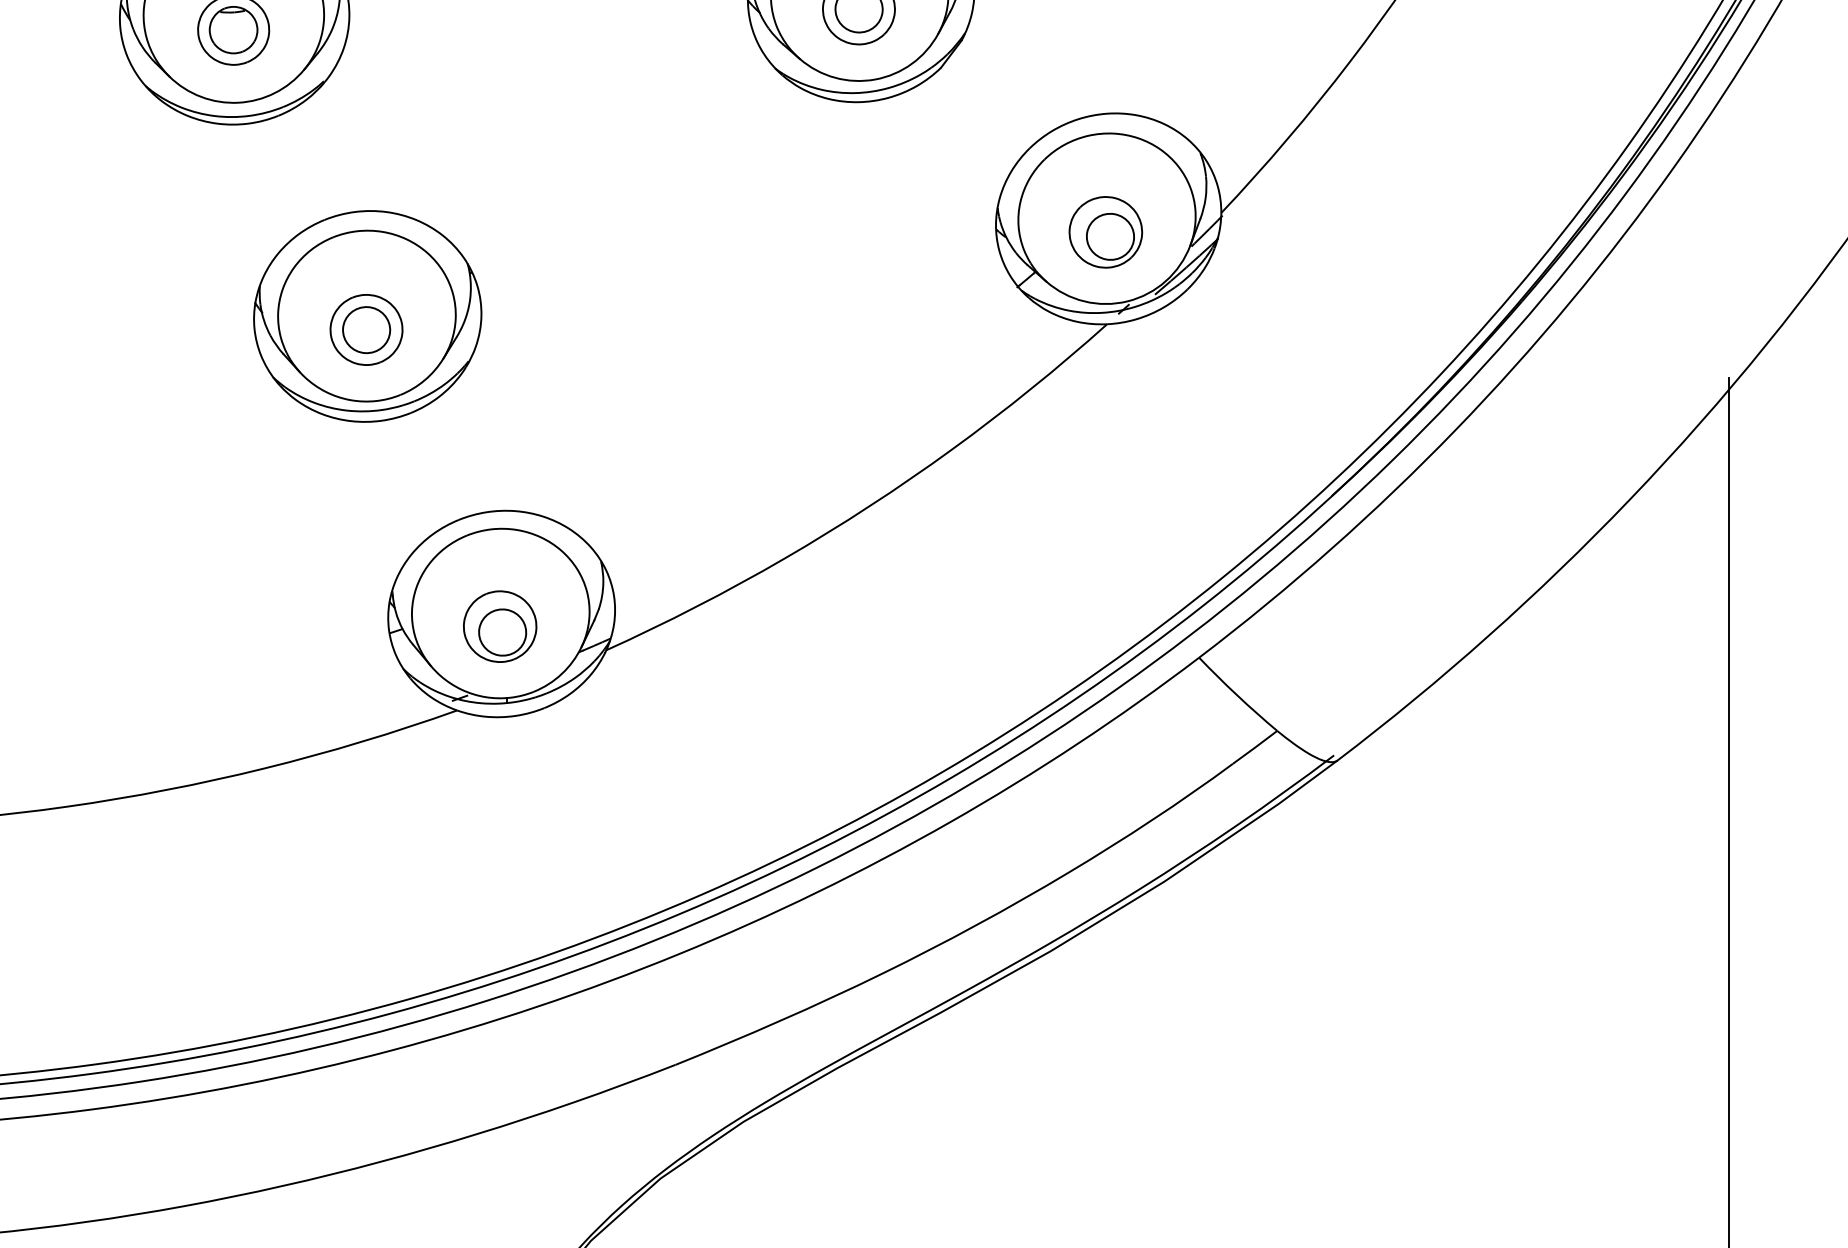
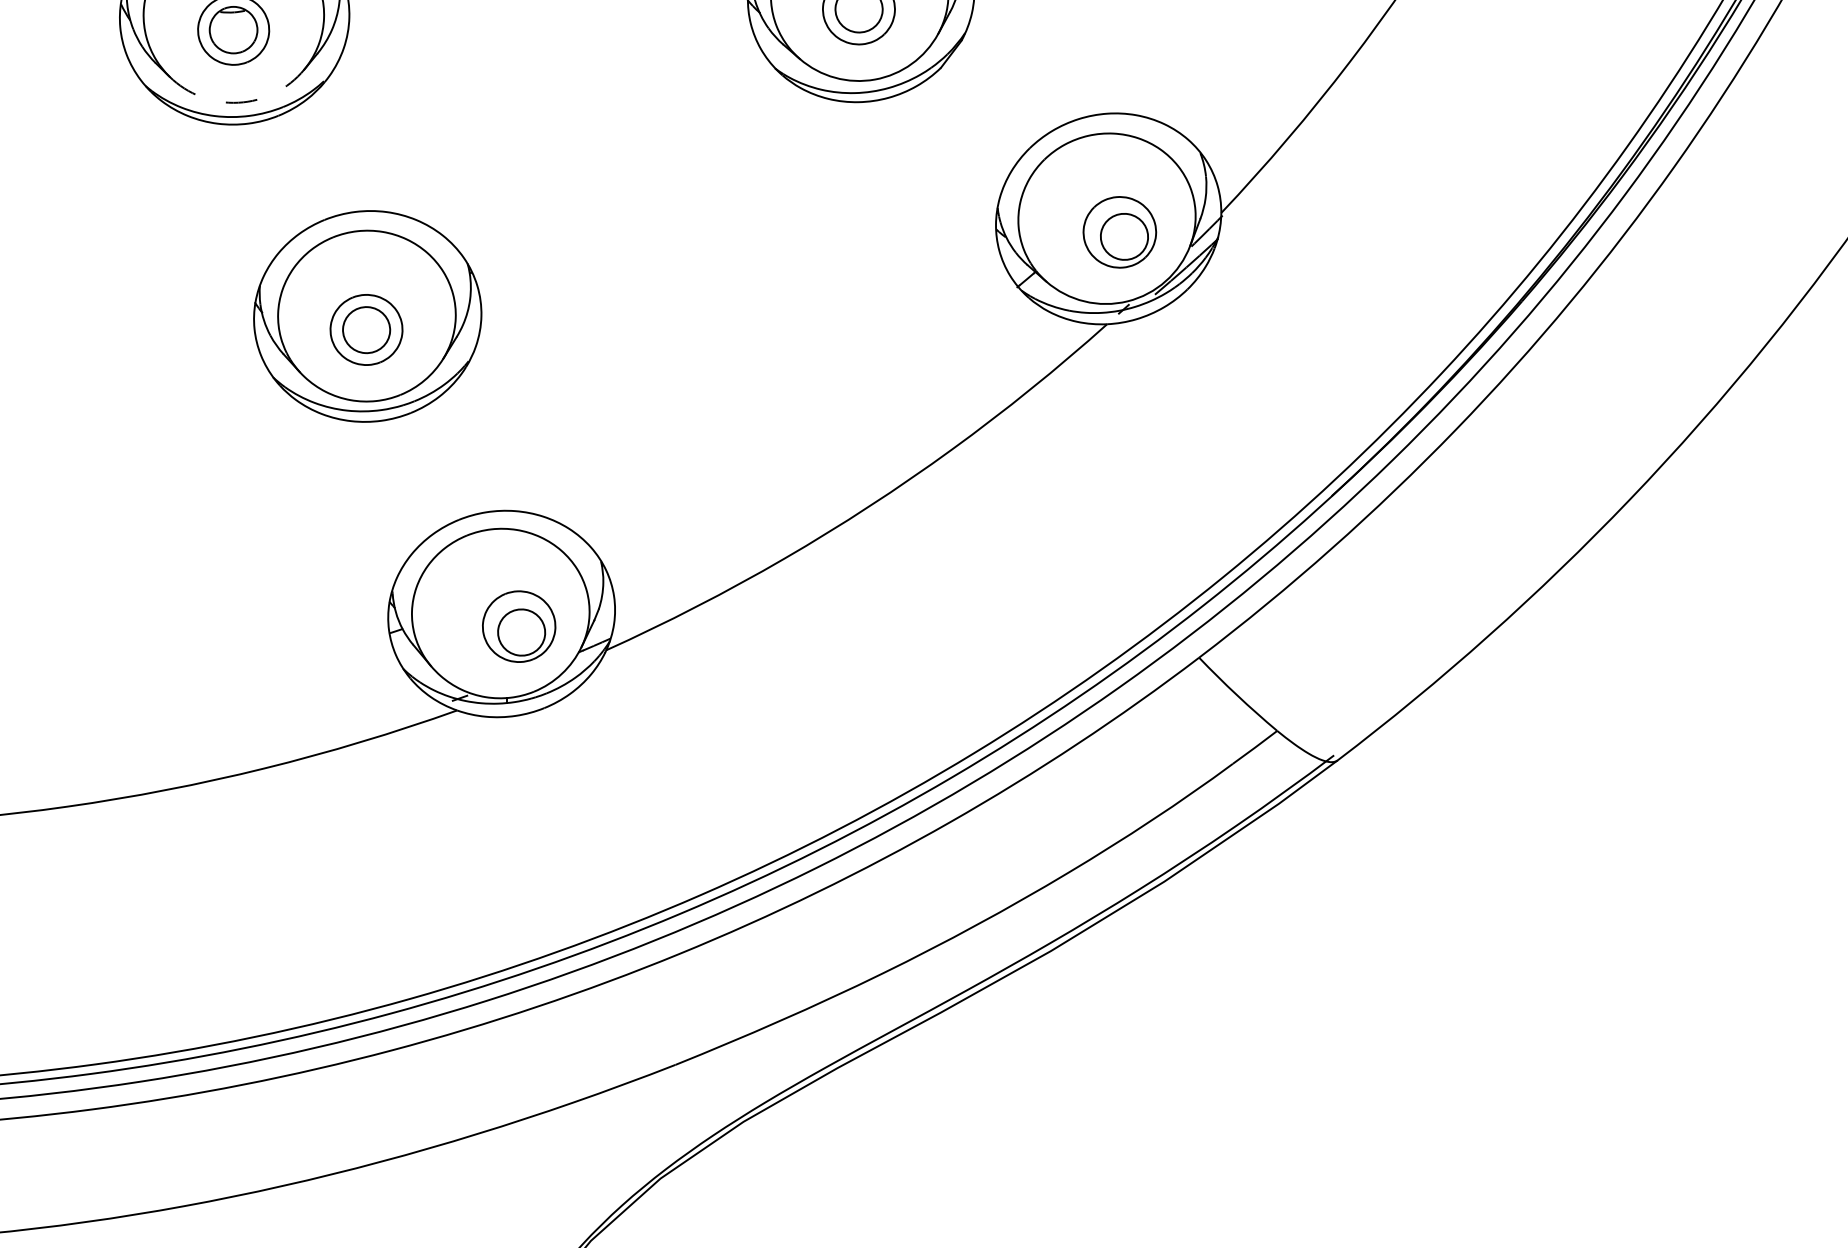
arc at (238, 102): solid -> dashed
part at (1105, 232) position: (1105, 232) -> (1119, 232)
part at (500, 626) position: (500, 626) -> (519, 626)
line at (1728, 810): present -> none
